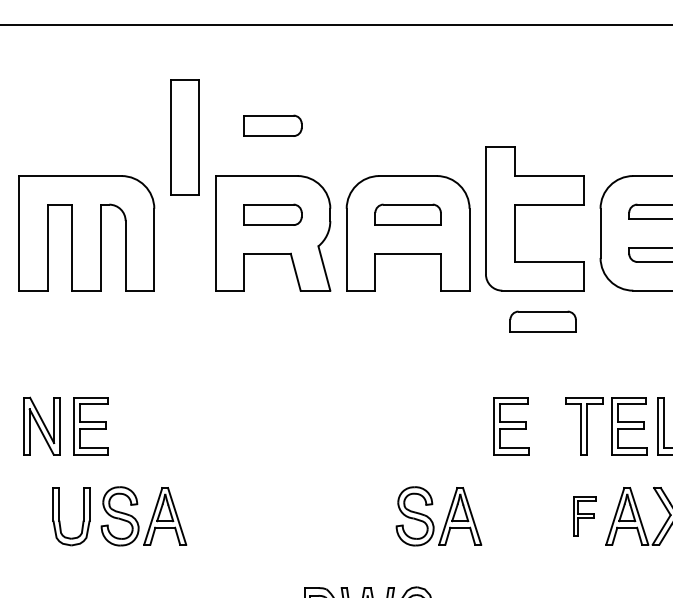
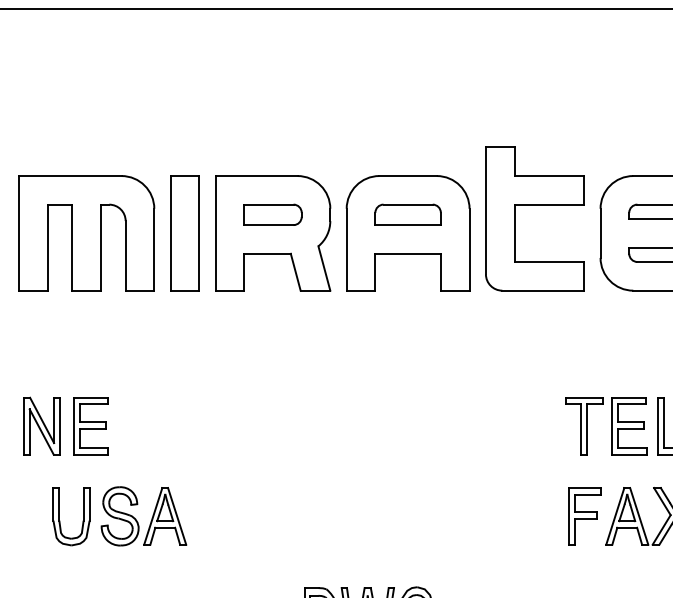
line at (335, 24) position: (335, 24) -> (335, 8)
part at (272, 125): present -> none
part at (184, 137) position: (184, 137) -> (184, 233)
part at (542, 321): present -> none
part at (511, 426): present -> none
part at (584, 516) size: 24x41 px -> 34x59 px
part at (432, 520): present -> none
